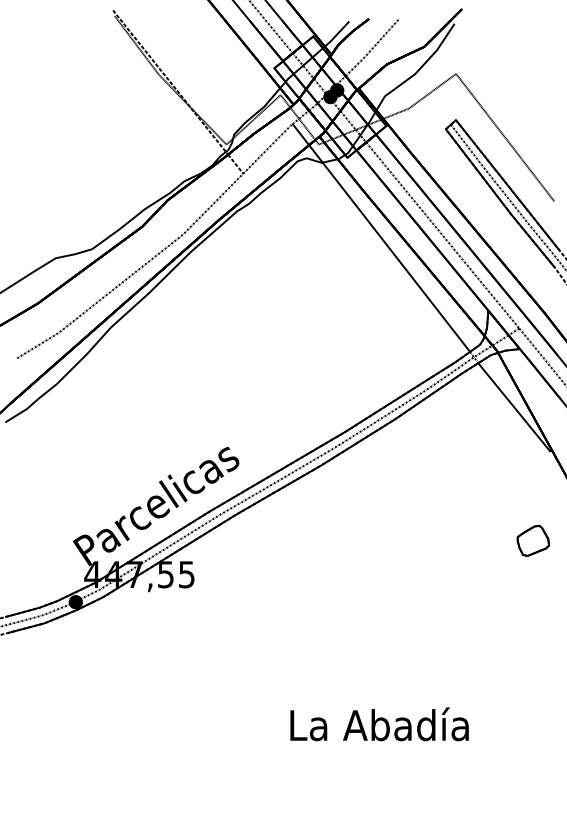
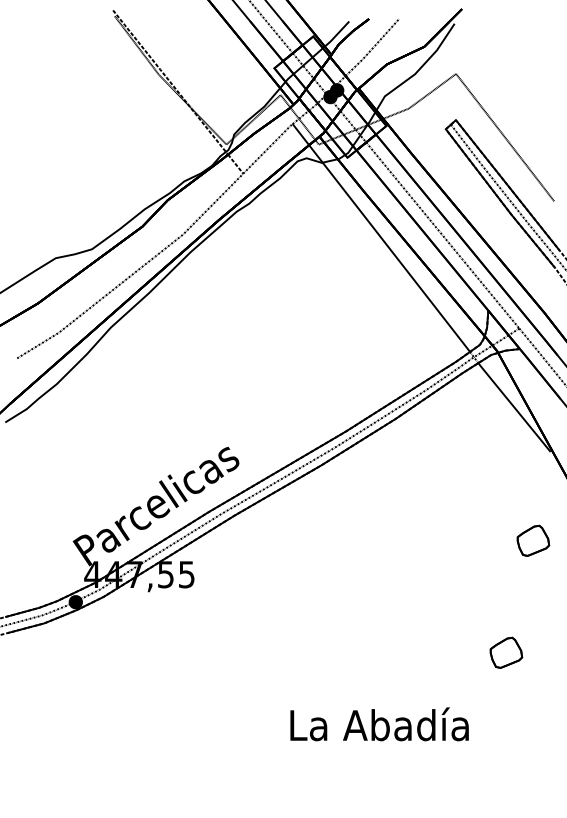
part at (506, 652): none -> present
